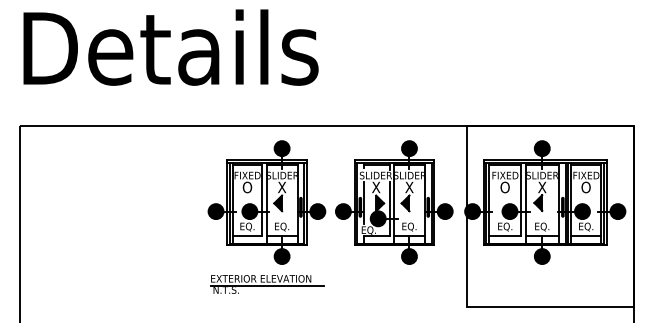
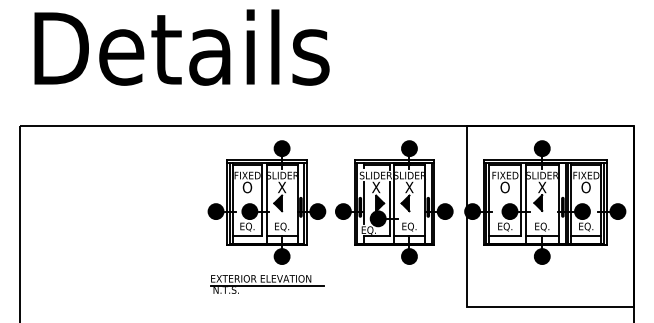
text at (170, 47) position: (170, 47) -> (181, 47)
